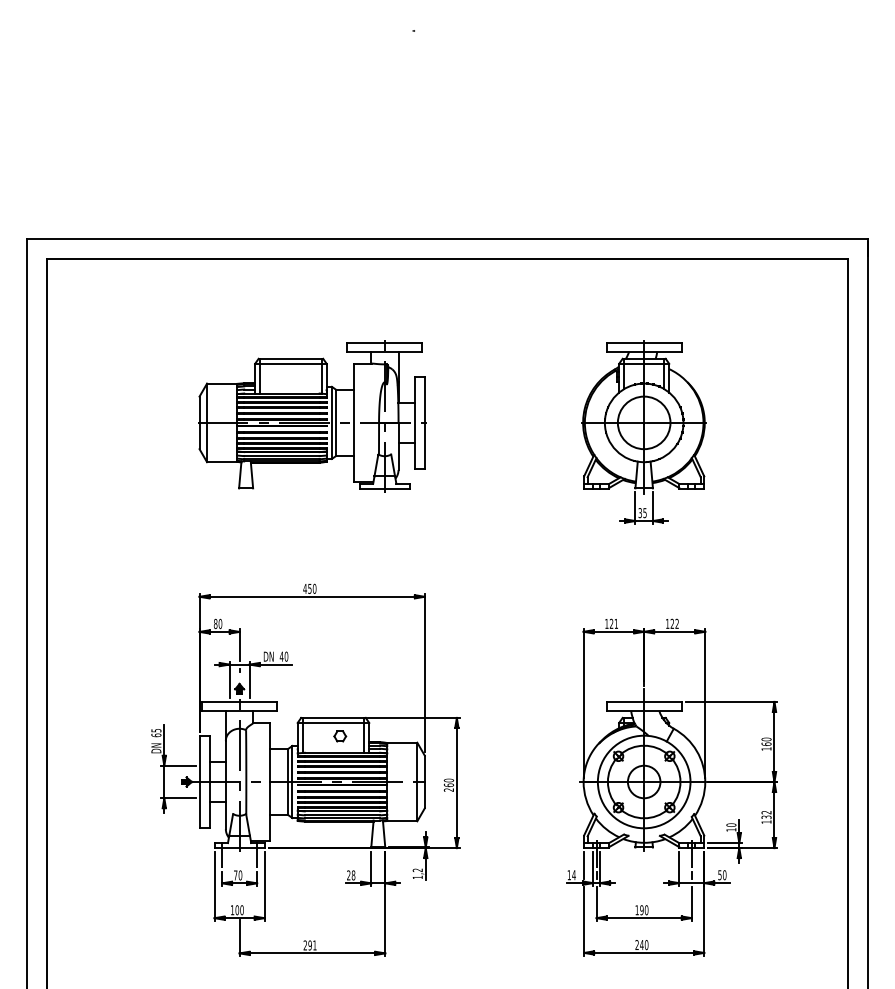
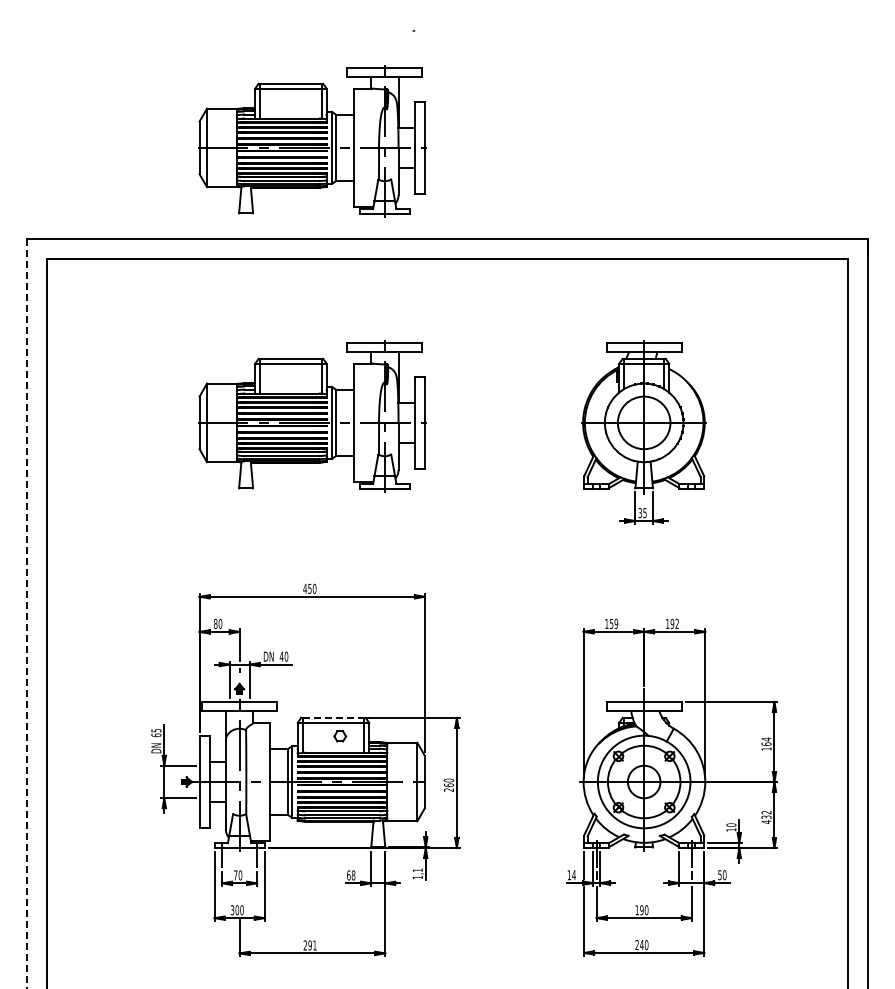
part at (312, 141): none -> present
line at (27, 613): solid -> dashed
text at (614, 623): 121 -> 159
text at (672, 623): 122 -> 192
line at (333, 717): solid -> dashed
text at (766, 739): 160 -> 164
text at (766, 822): 132 -> 432
text at (417, 870): 1,2 -> 1,1
text at (348, 875): 28 -> 68
text at (232, 910): 100 -> 300
